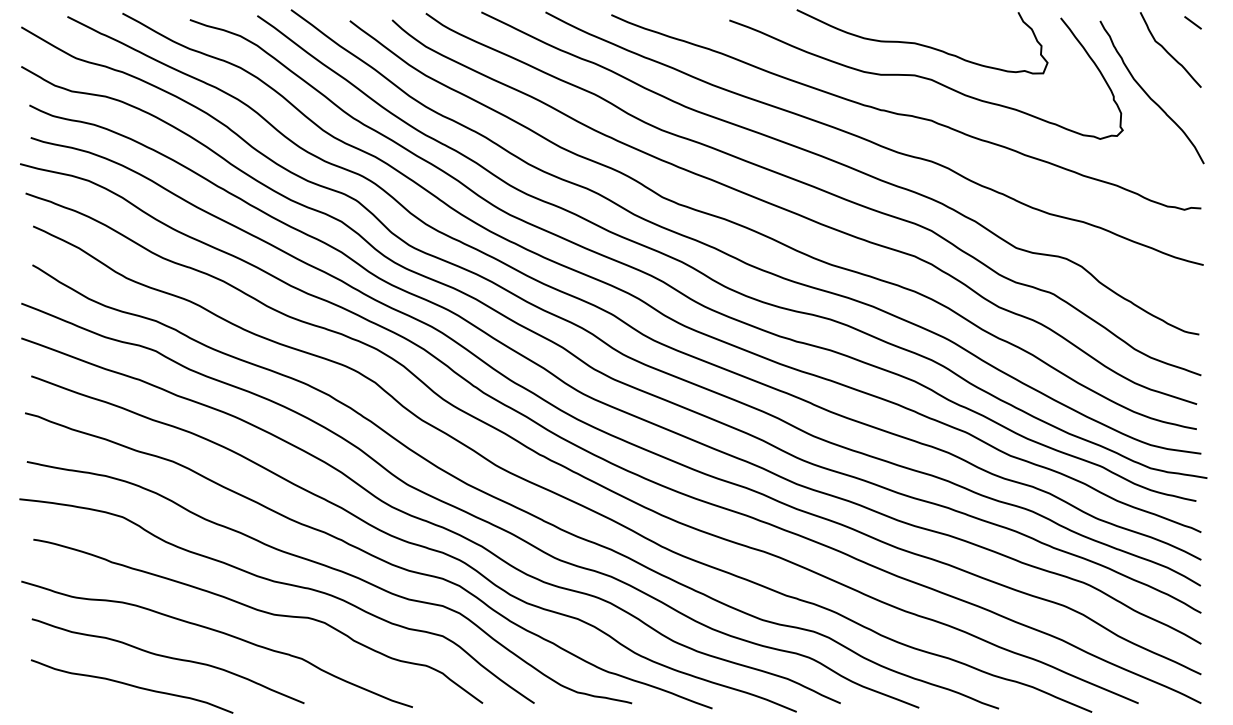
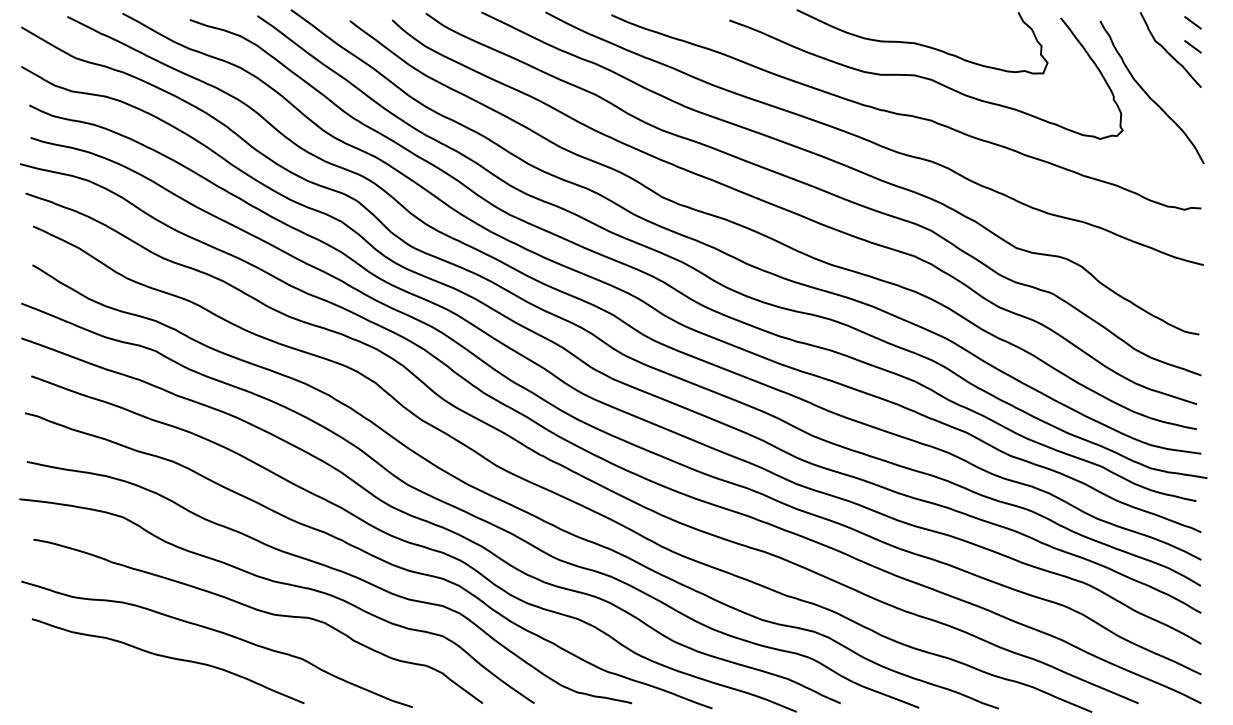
line at (1192, 46): none -> present
curve at (131, 686): present -> none
